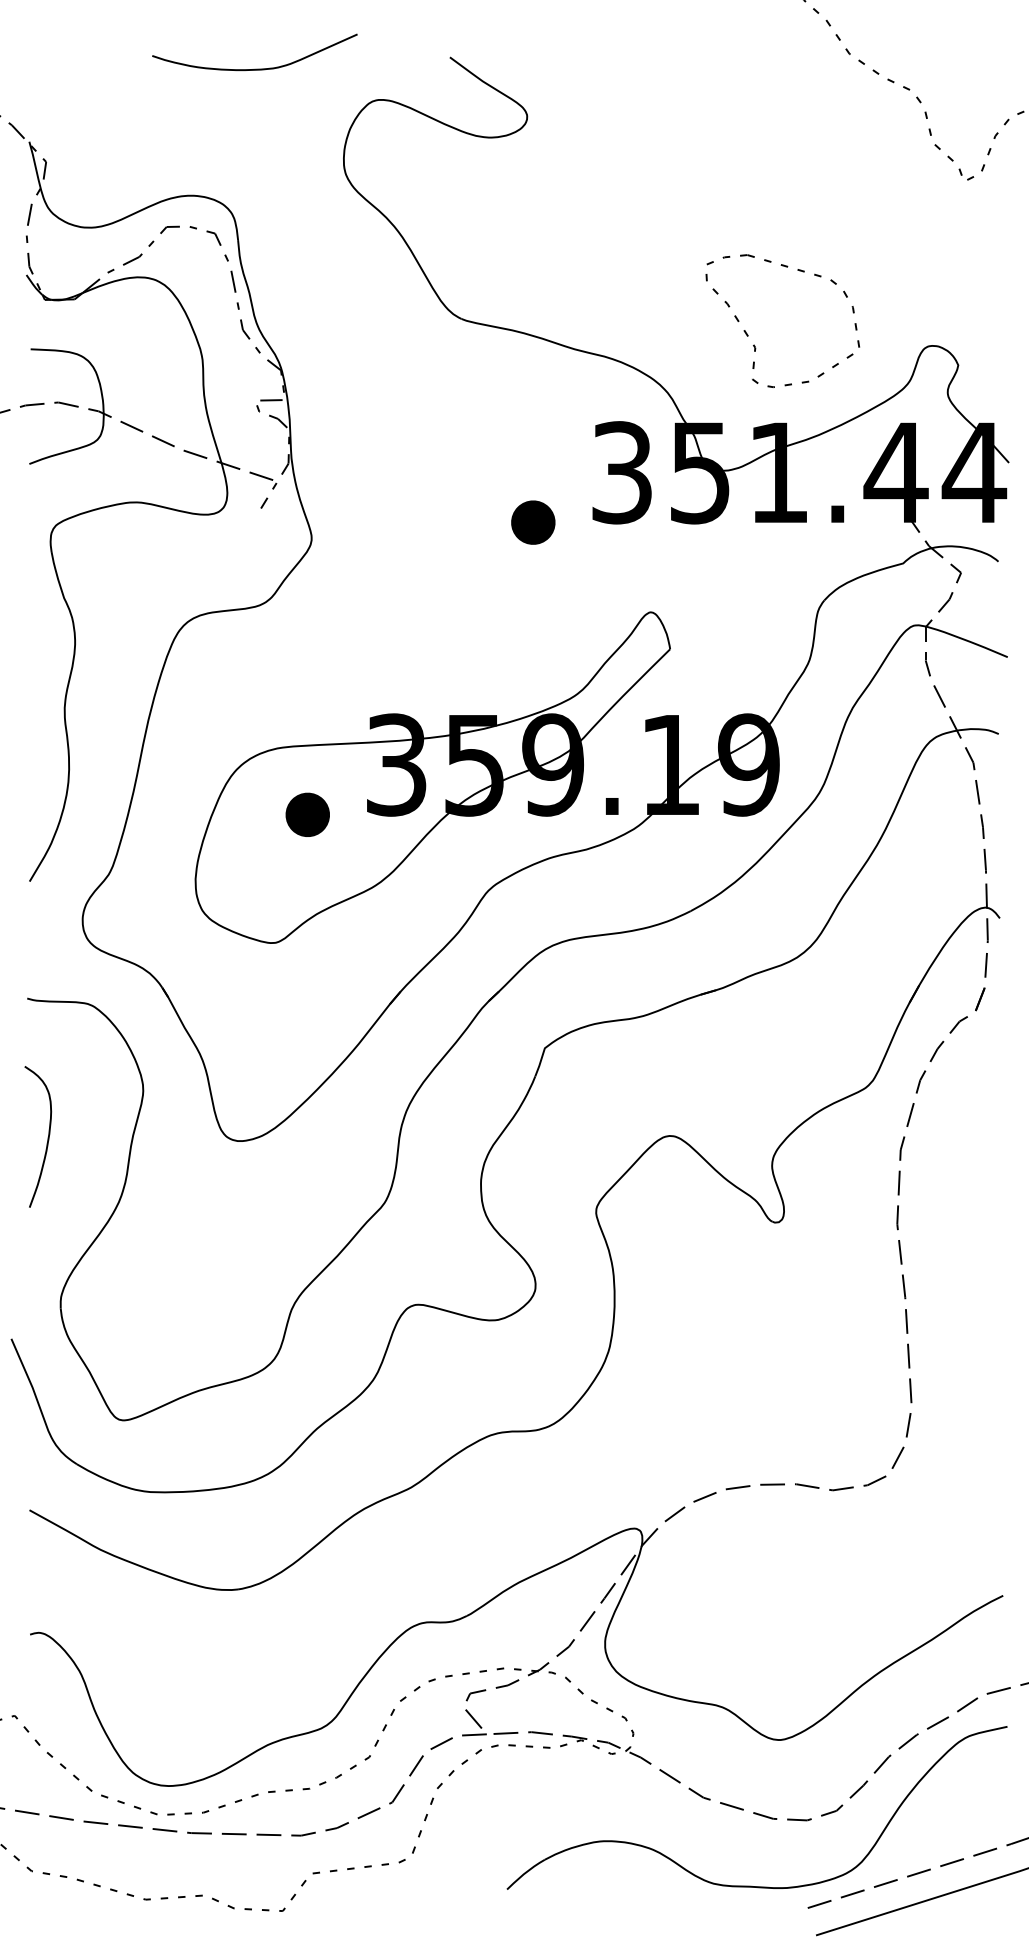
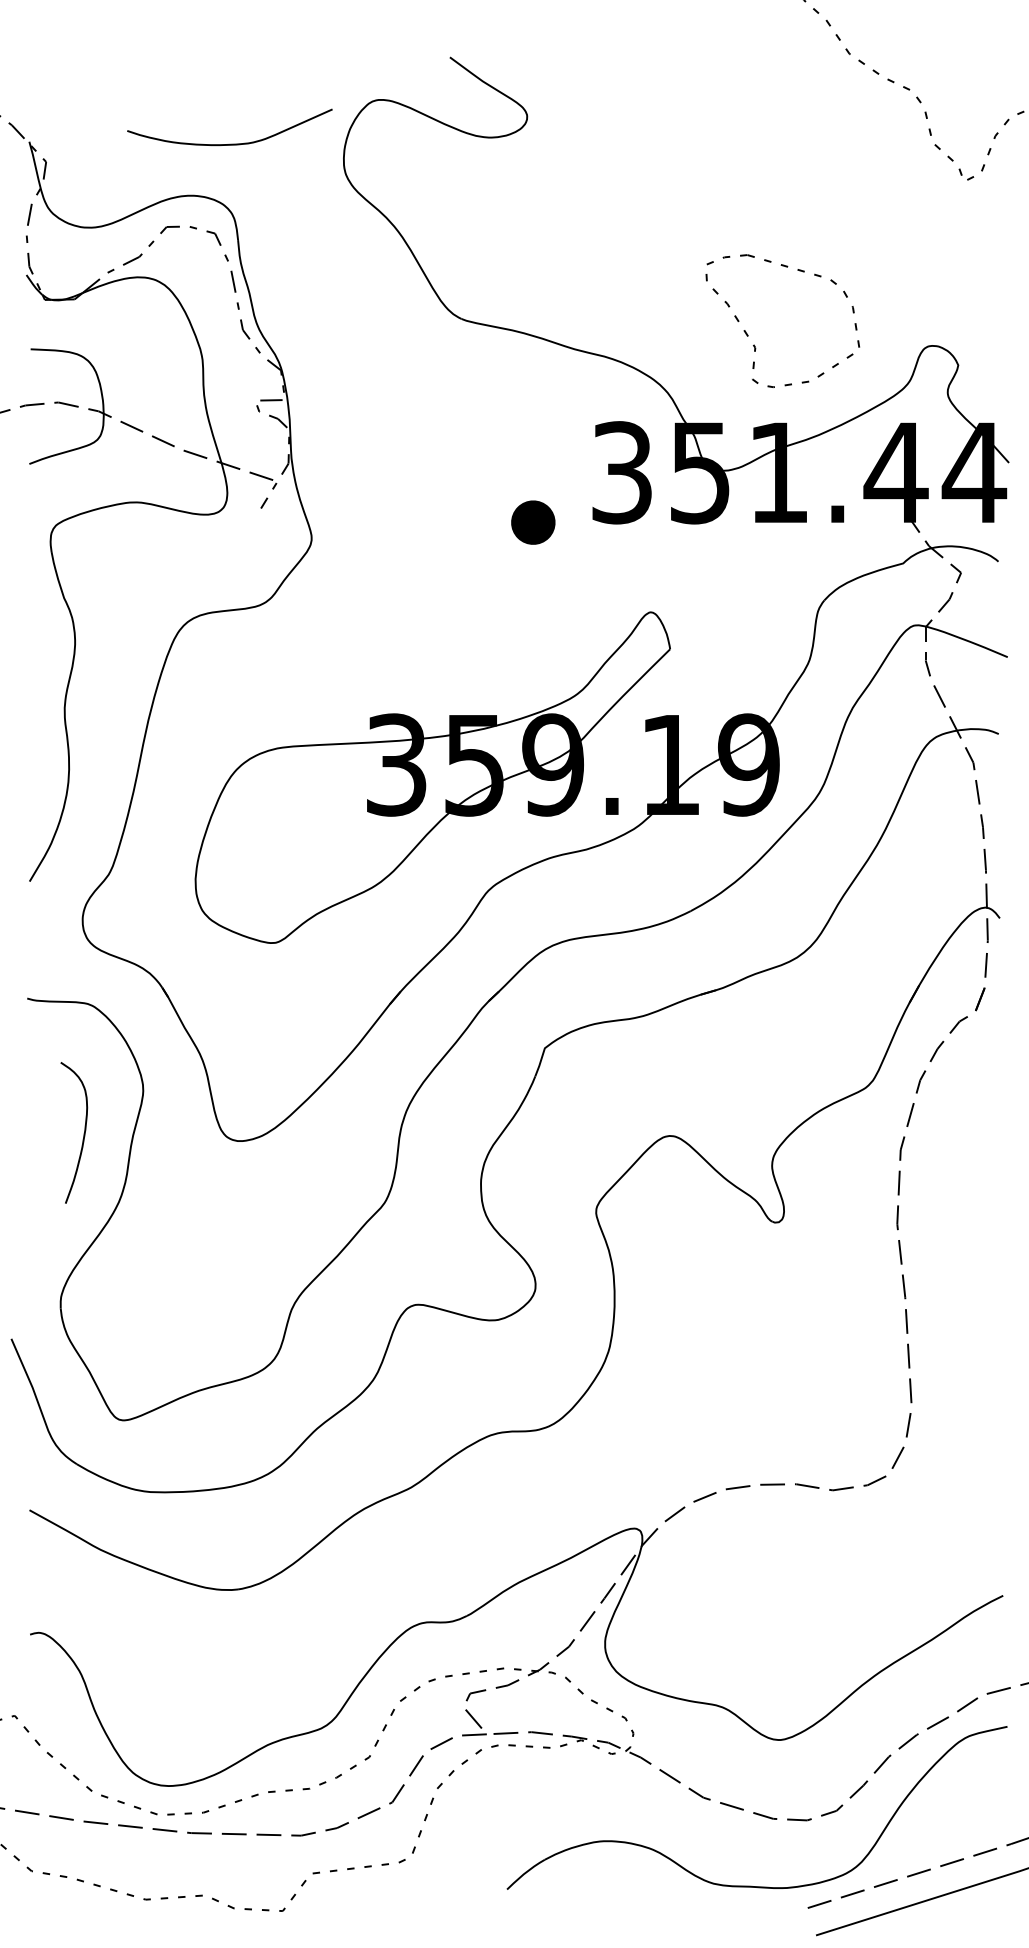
curve at (254, 68) position: (254, 68) -> (229, 143)
part at (307, 814): present -> none
curve at (47, 1137) position: (47, 1137) -> (83, 1133)
